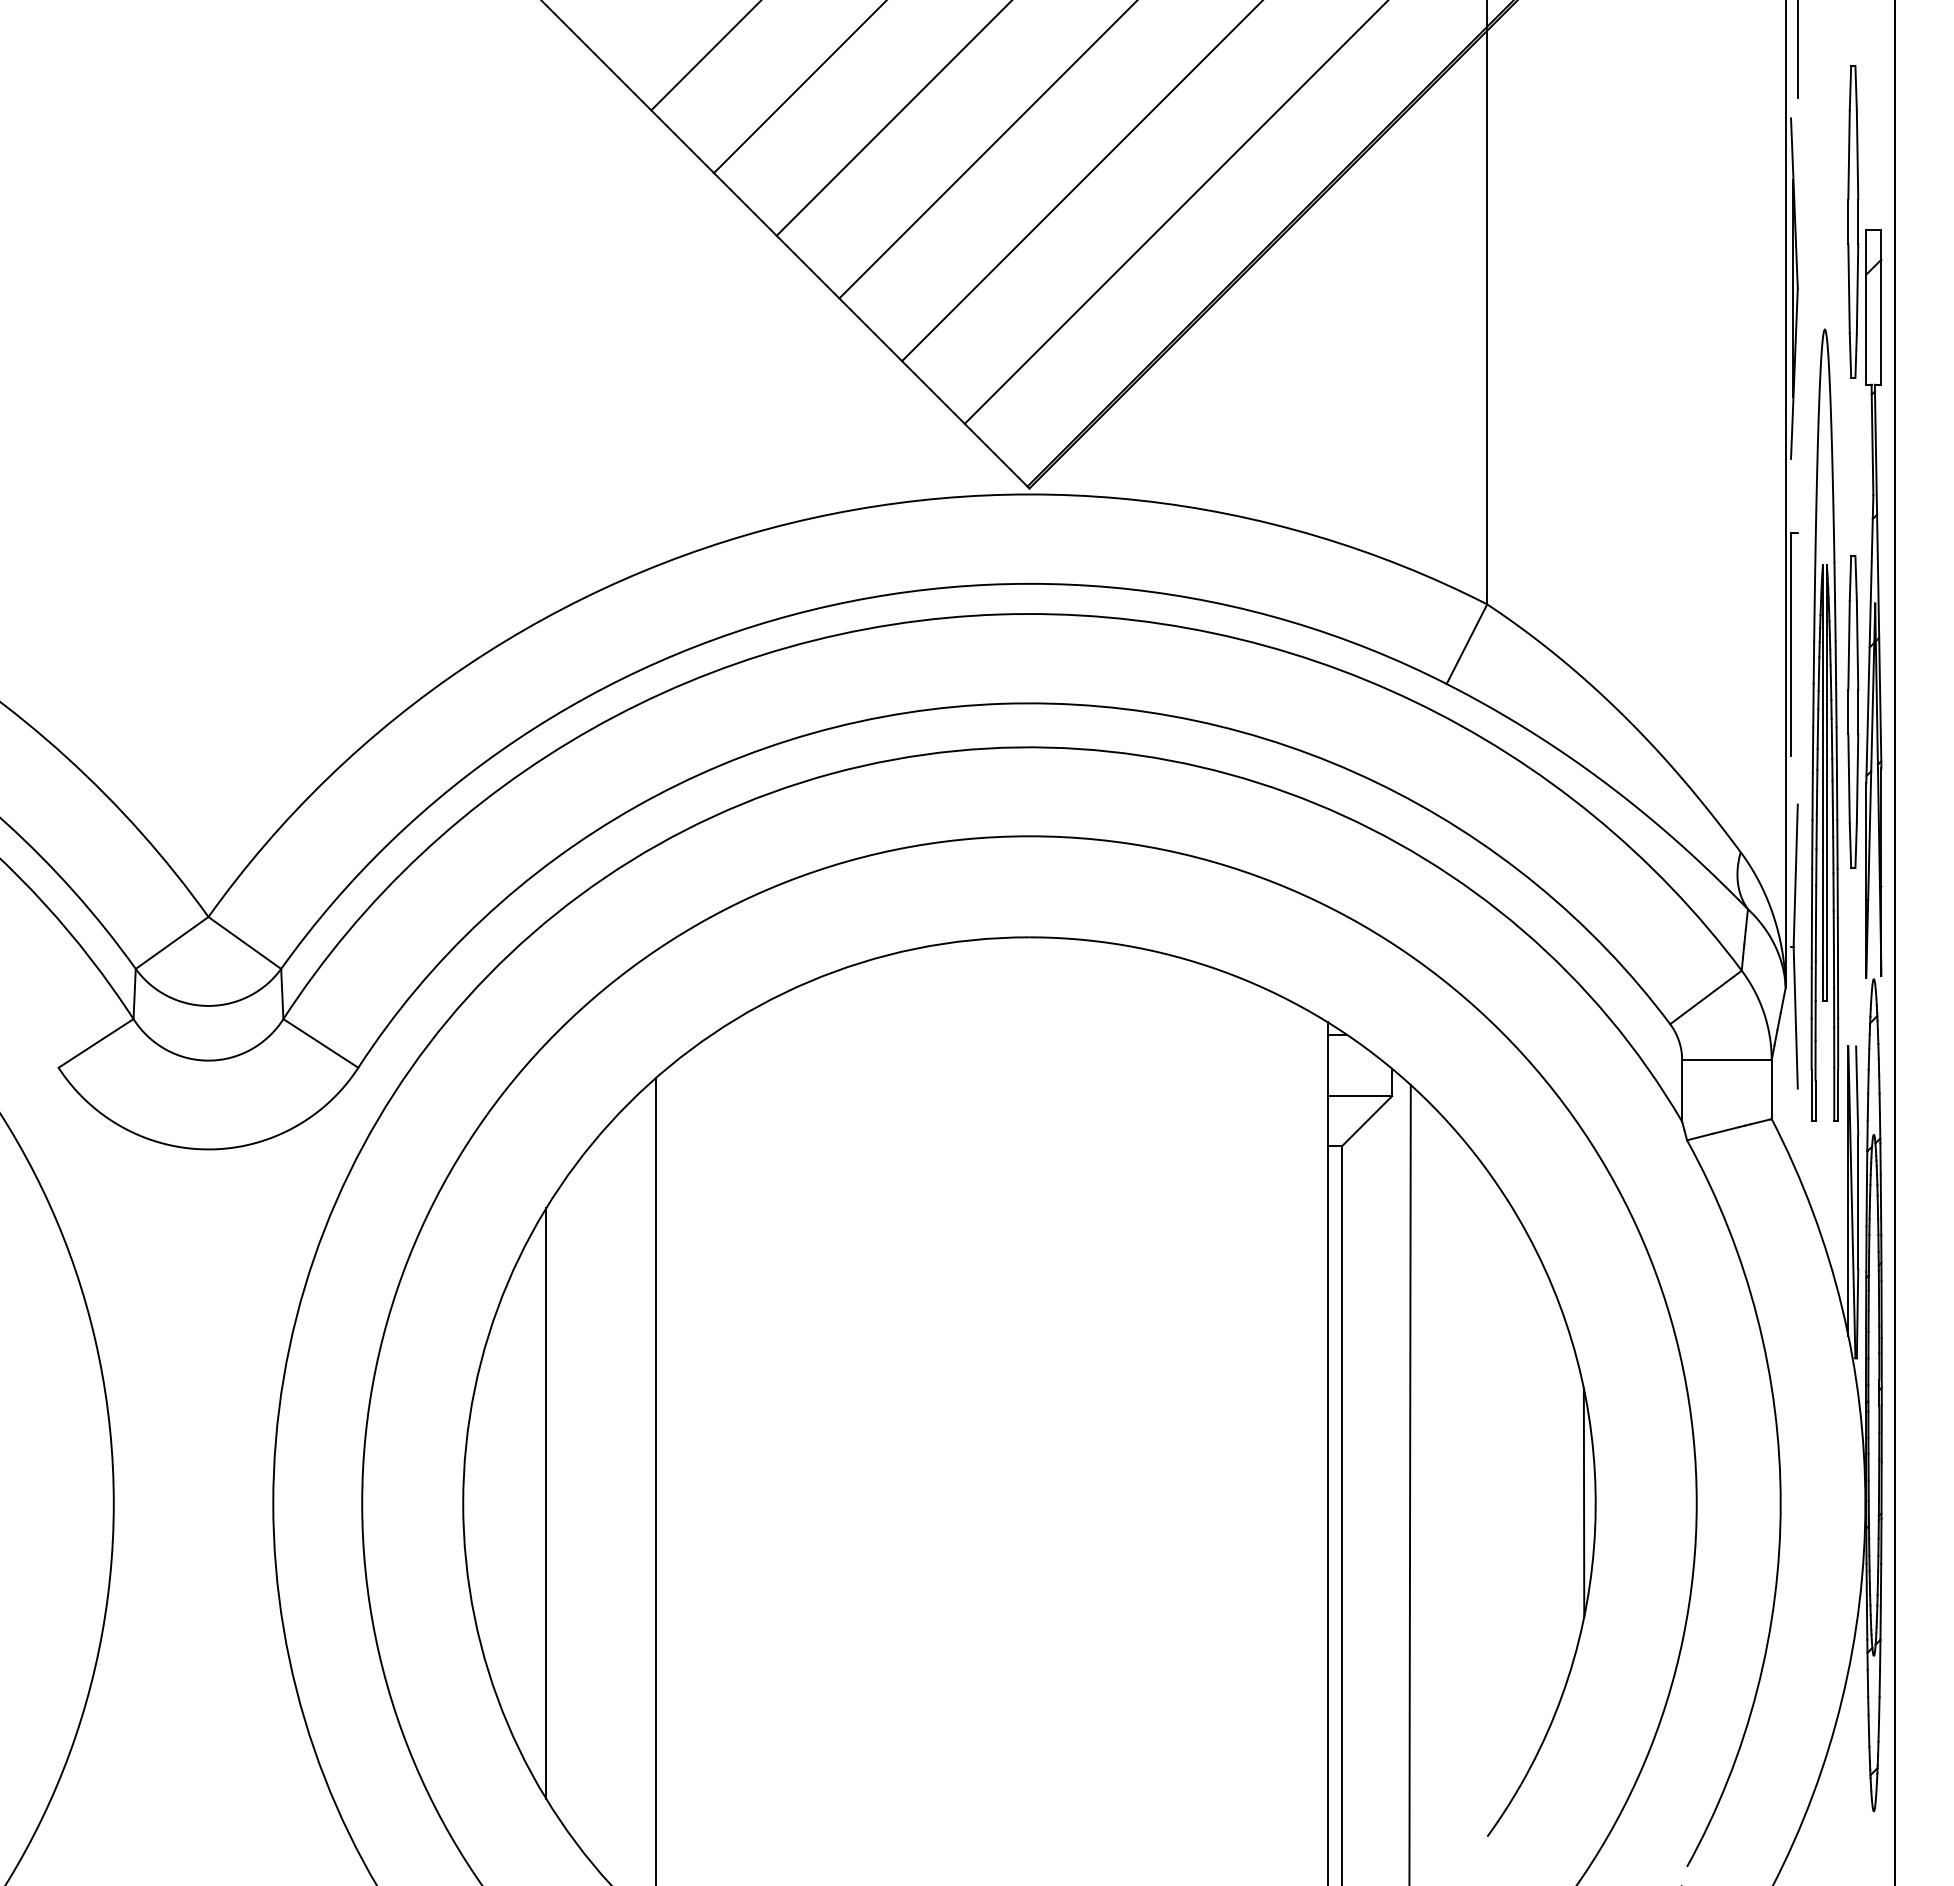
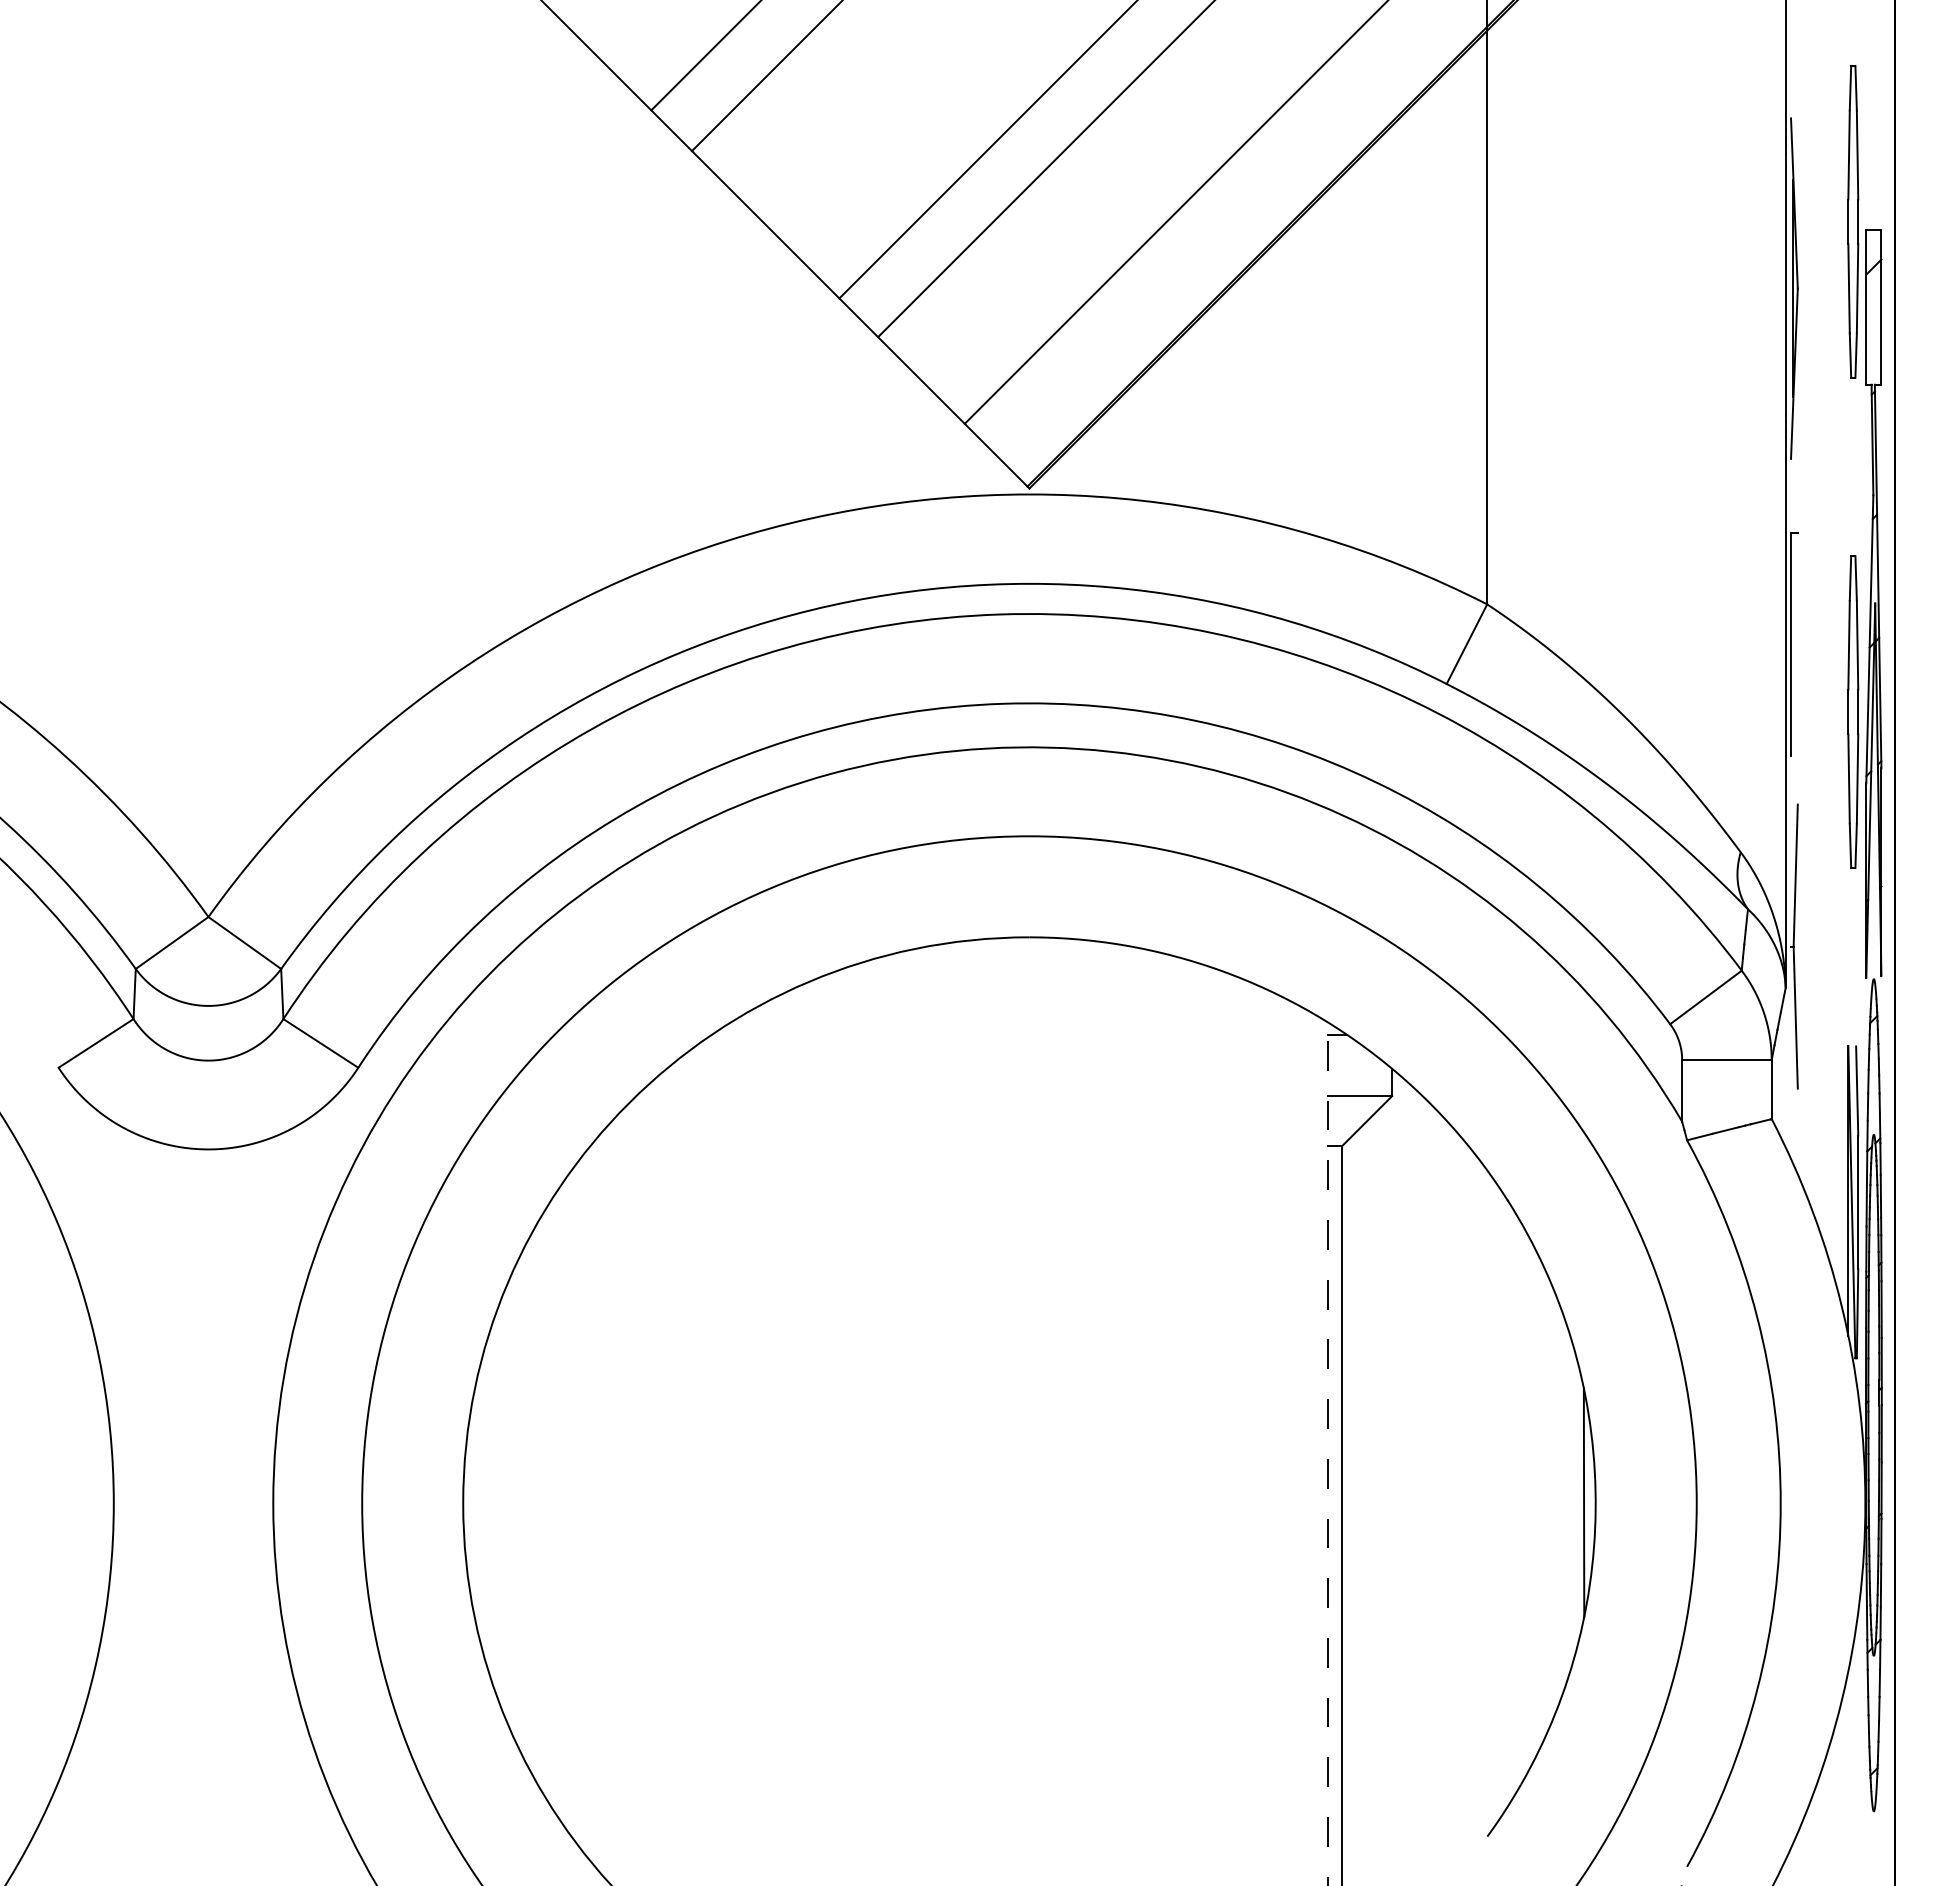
line at (1797, 49): present -> none
line at (799, 87) position: (799, 87) -> (766, 76)
line at (893, 118): present -> none
line at (1081, 181) position: (1081, 181) -> (1045, 169)
part at (1824, 724): present -> none
line at (1328, 1453): solid -> dashed
line at (656, 1479): present -> none
line at (1409, 1483): present -> none
line at (546, 1503): present -> none
